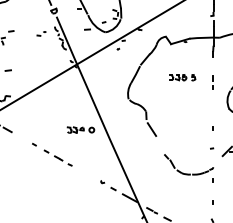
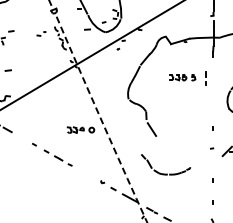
line at (212, 81) position: (212, 81) -> (205, 77)
arc at (101, 120): solid -> dashed
part at (189, 173) position: (189, 173) -> (166, 173)
